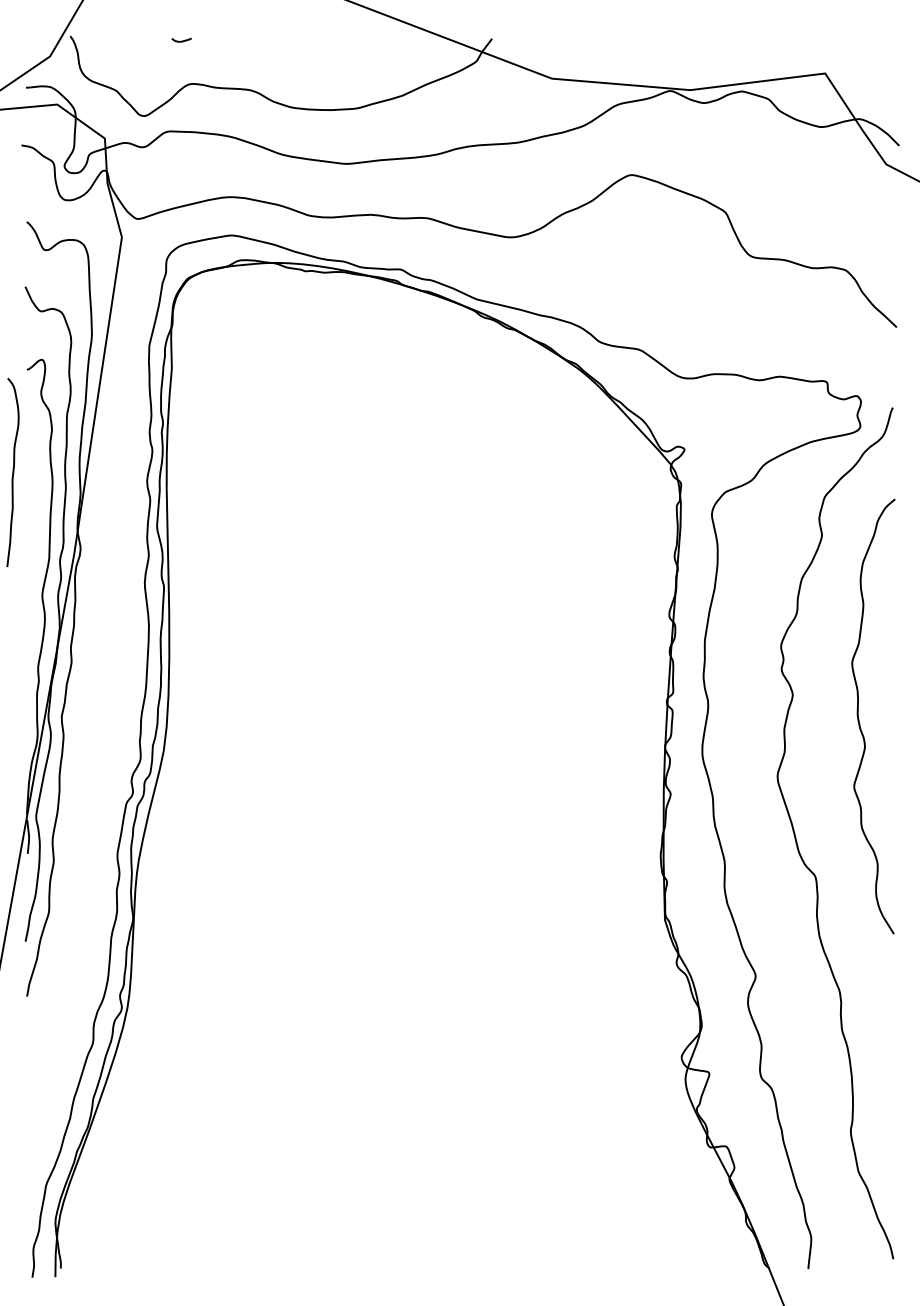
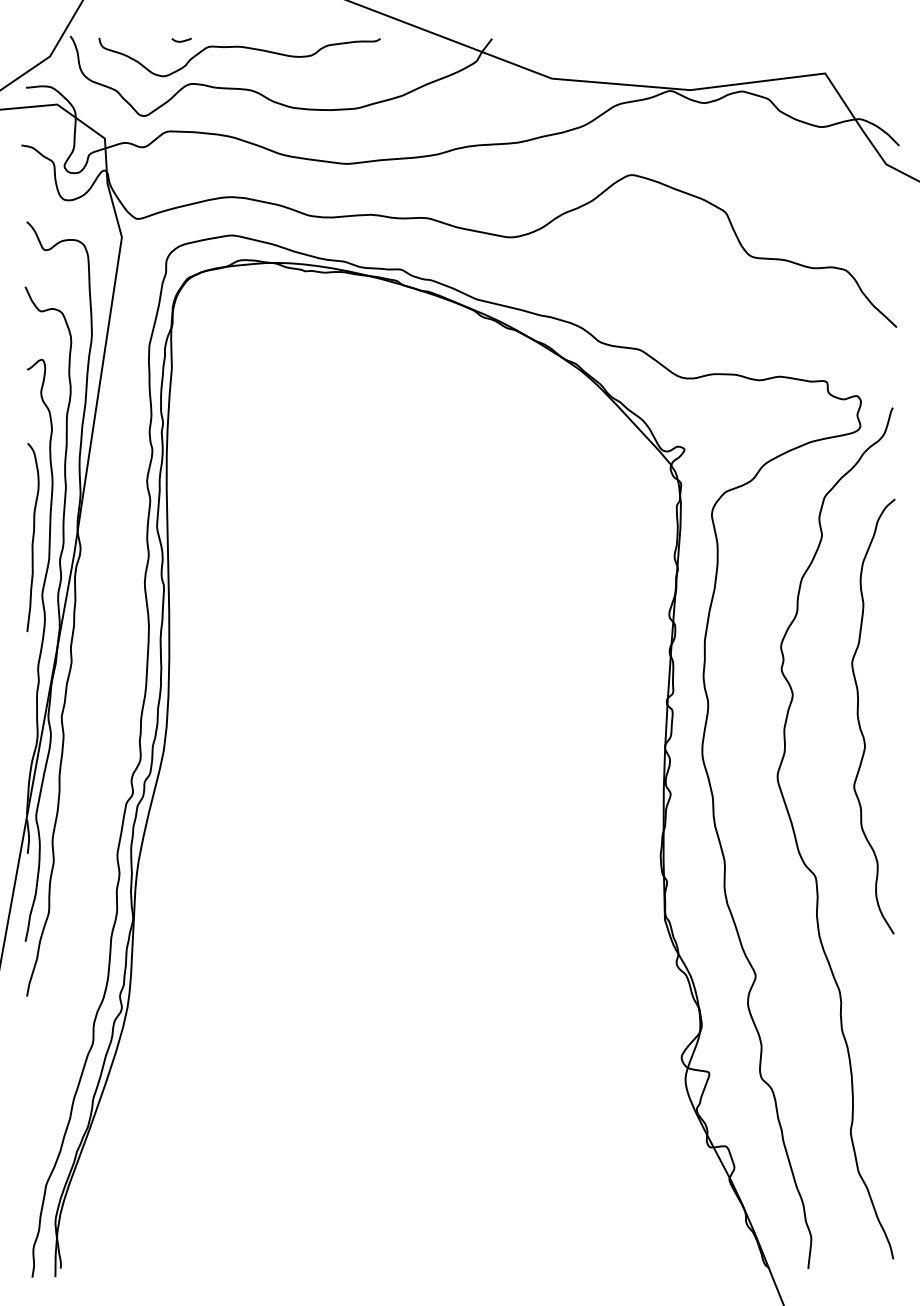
curve at (243, 48): none -> present
curve at (12, 472) position: (12, 472) -> (32, 537)
